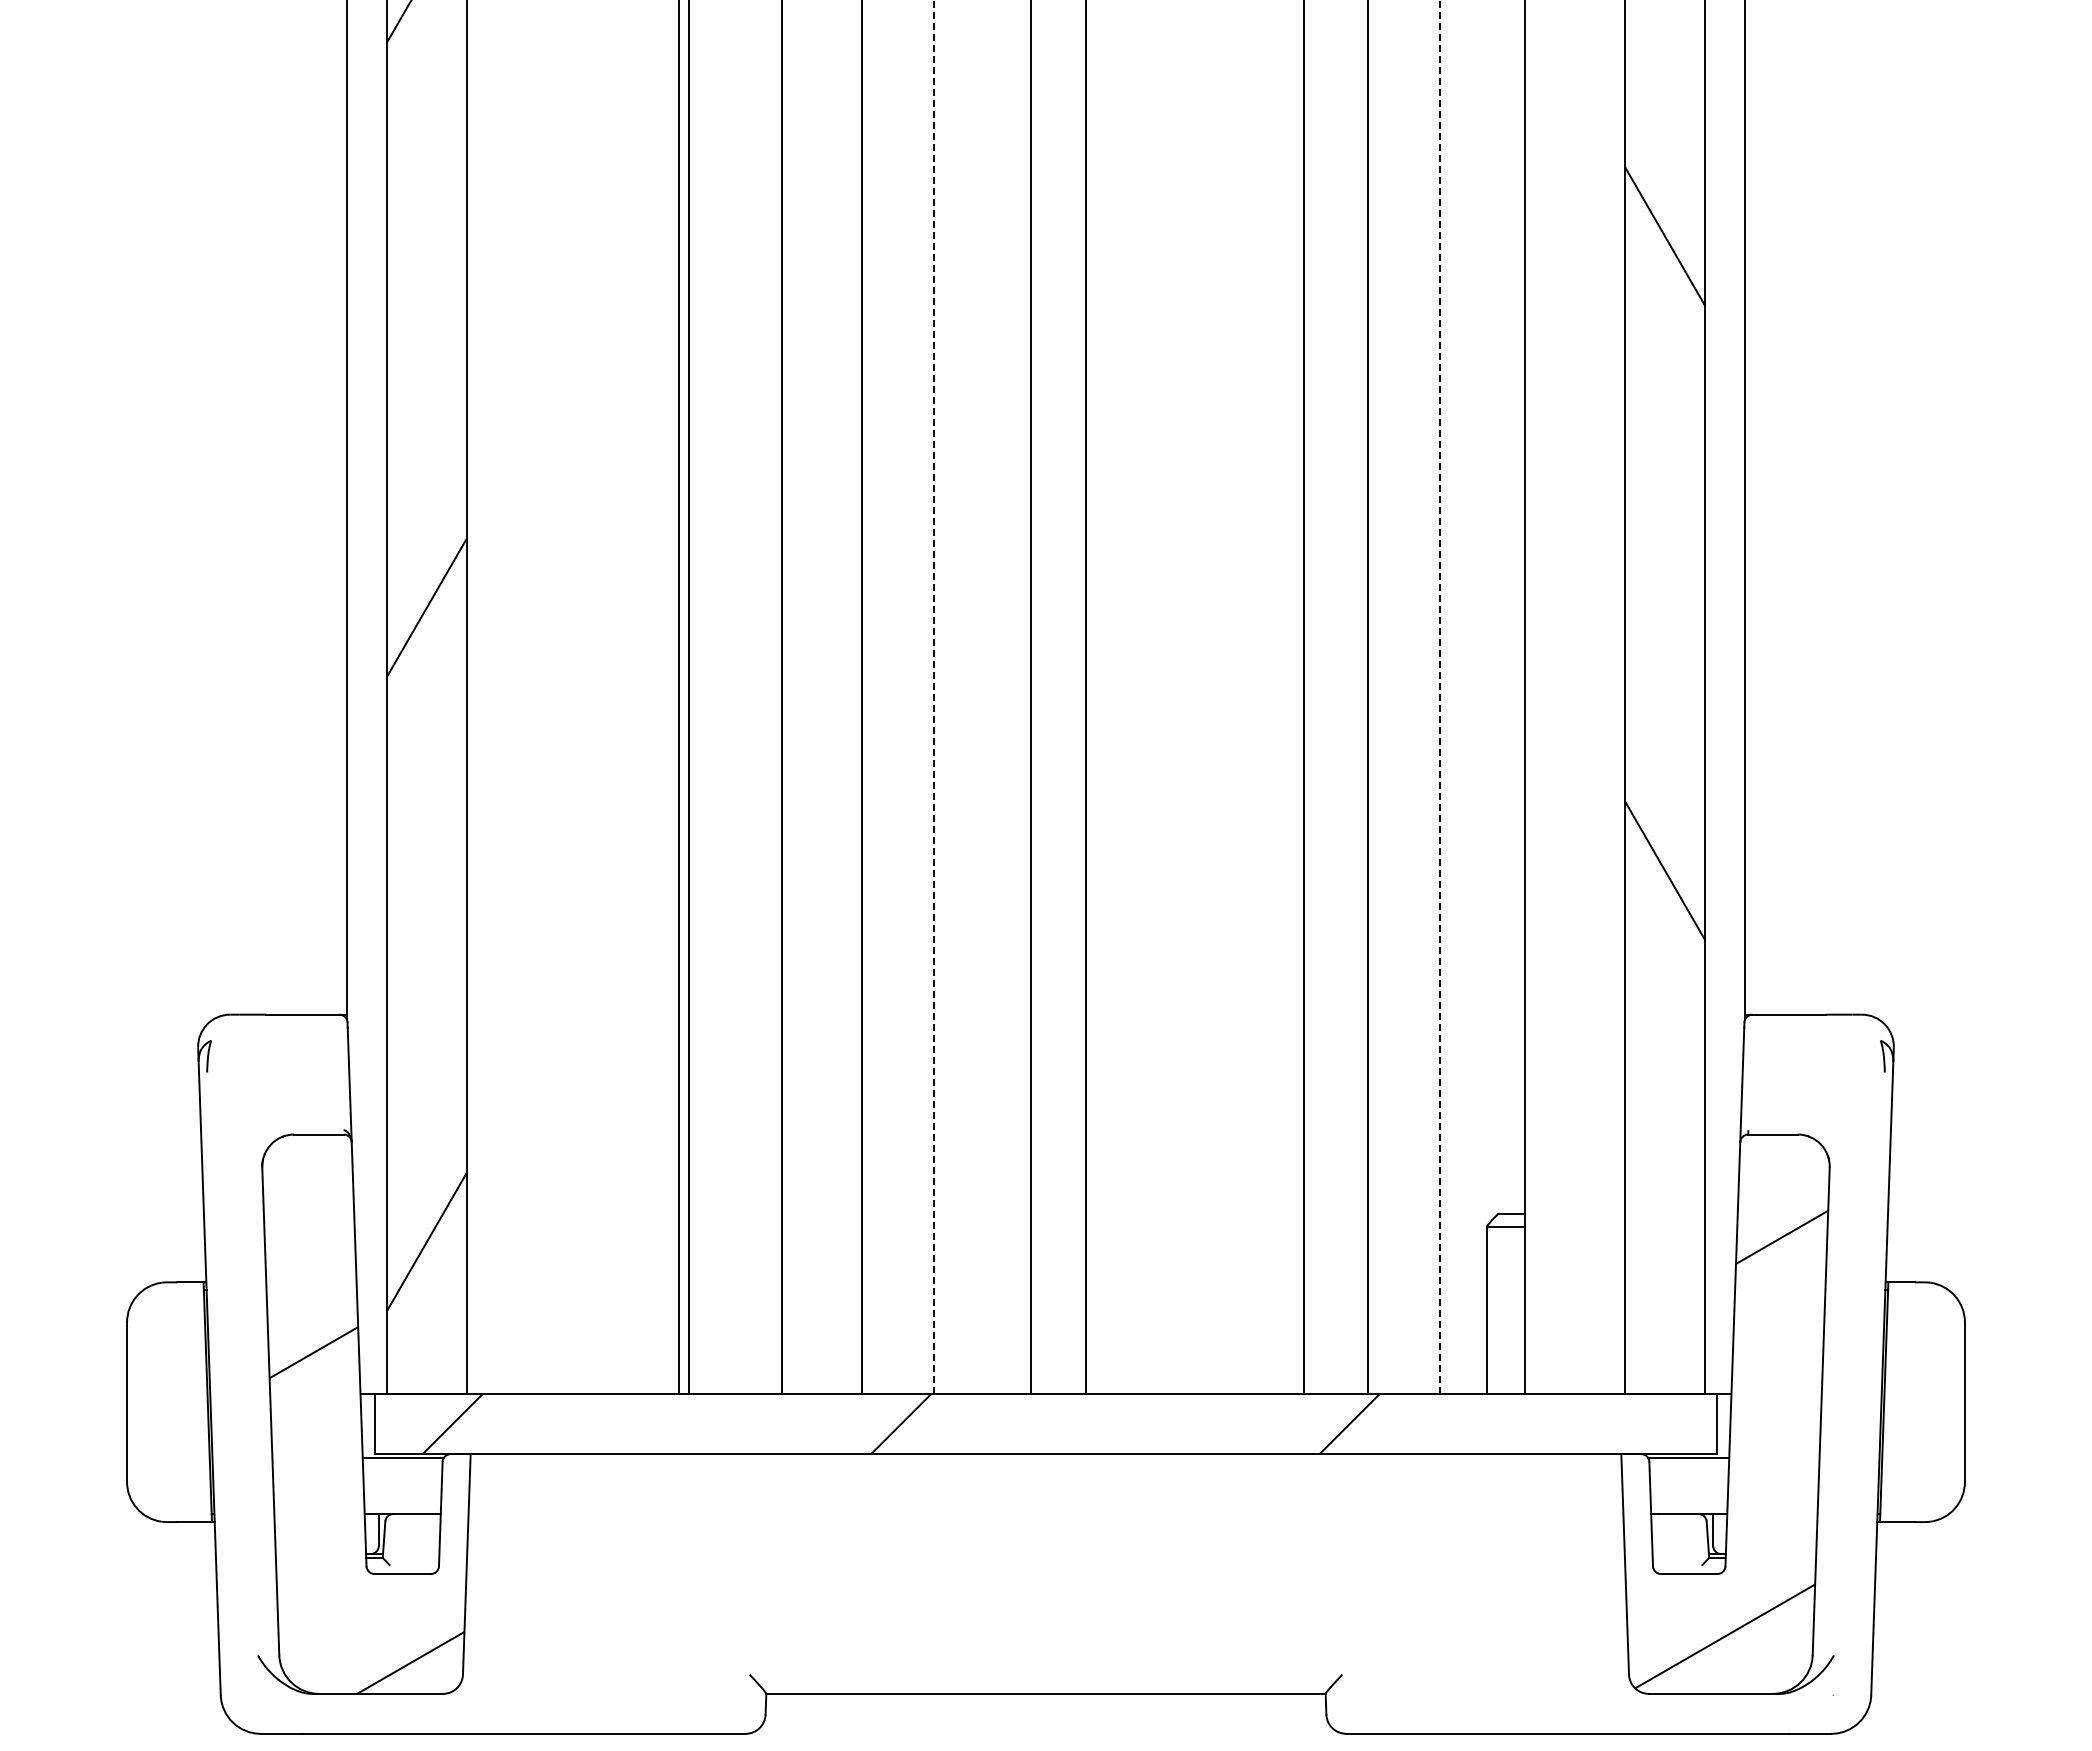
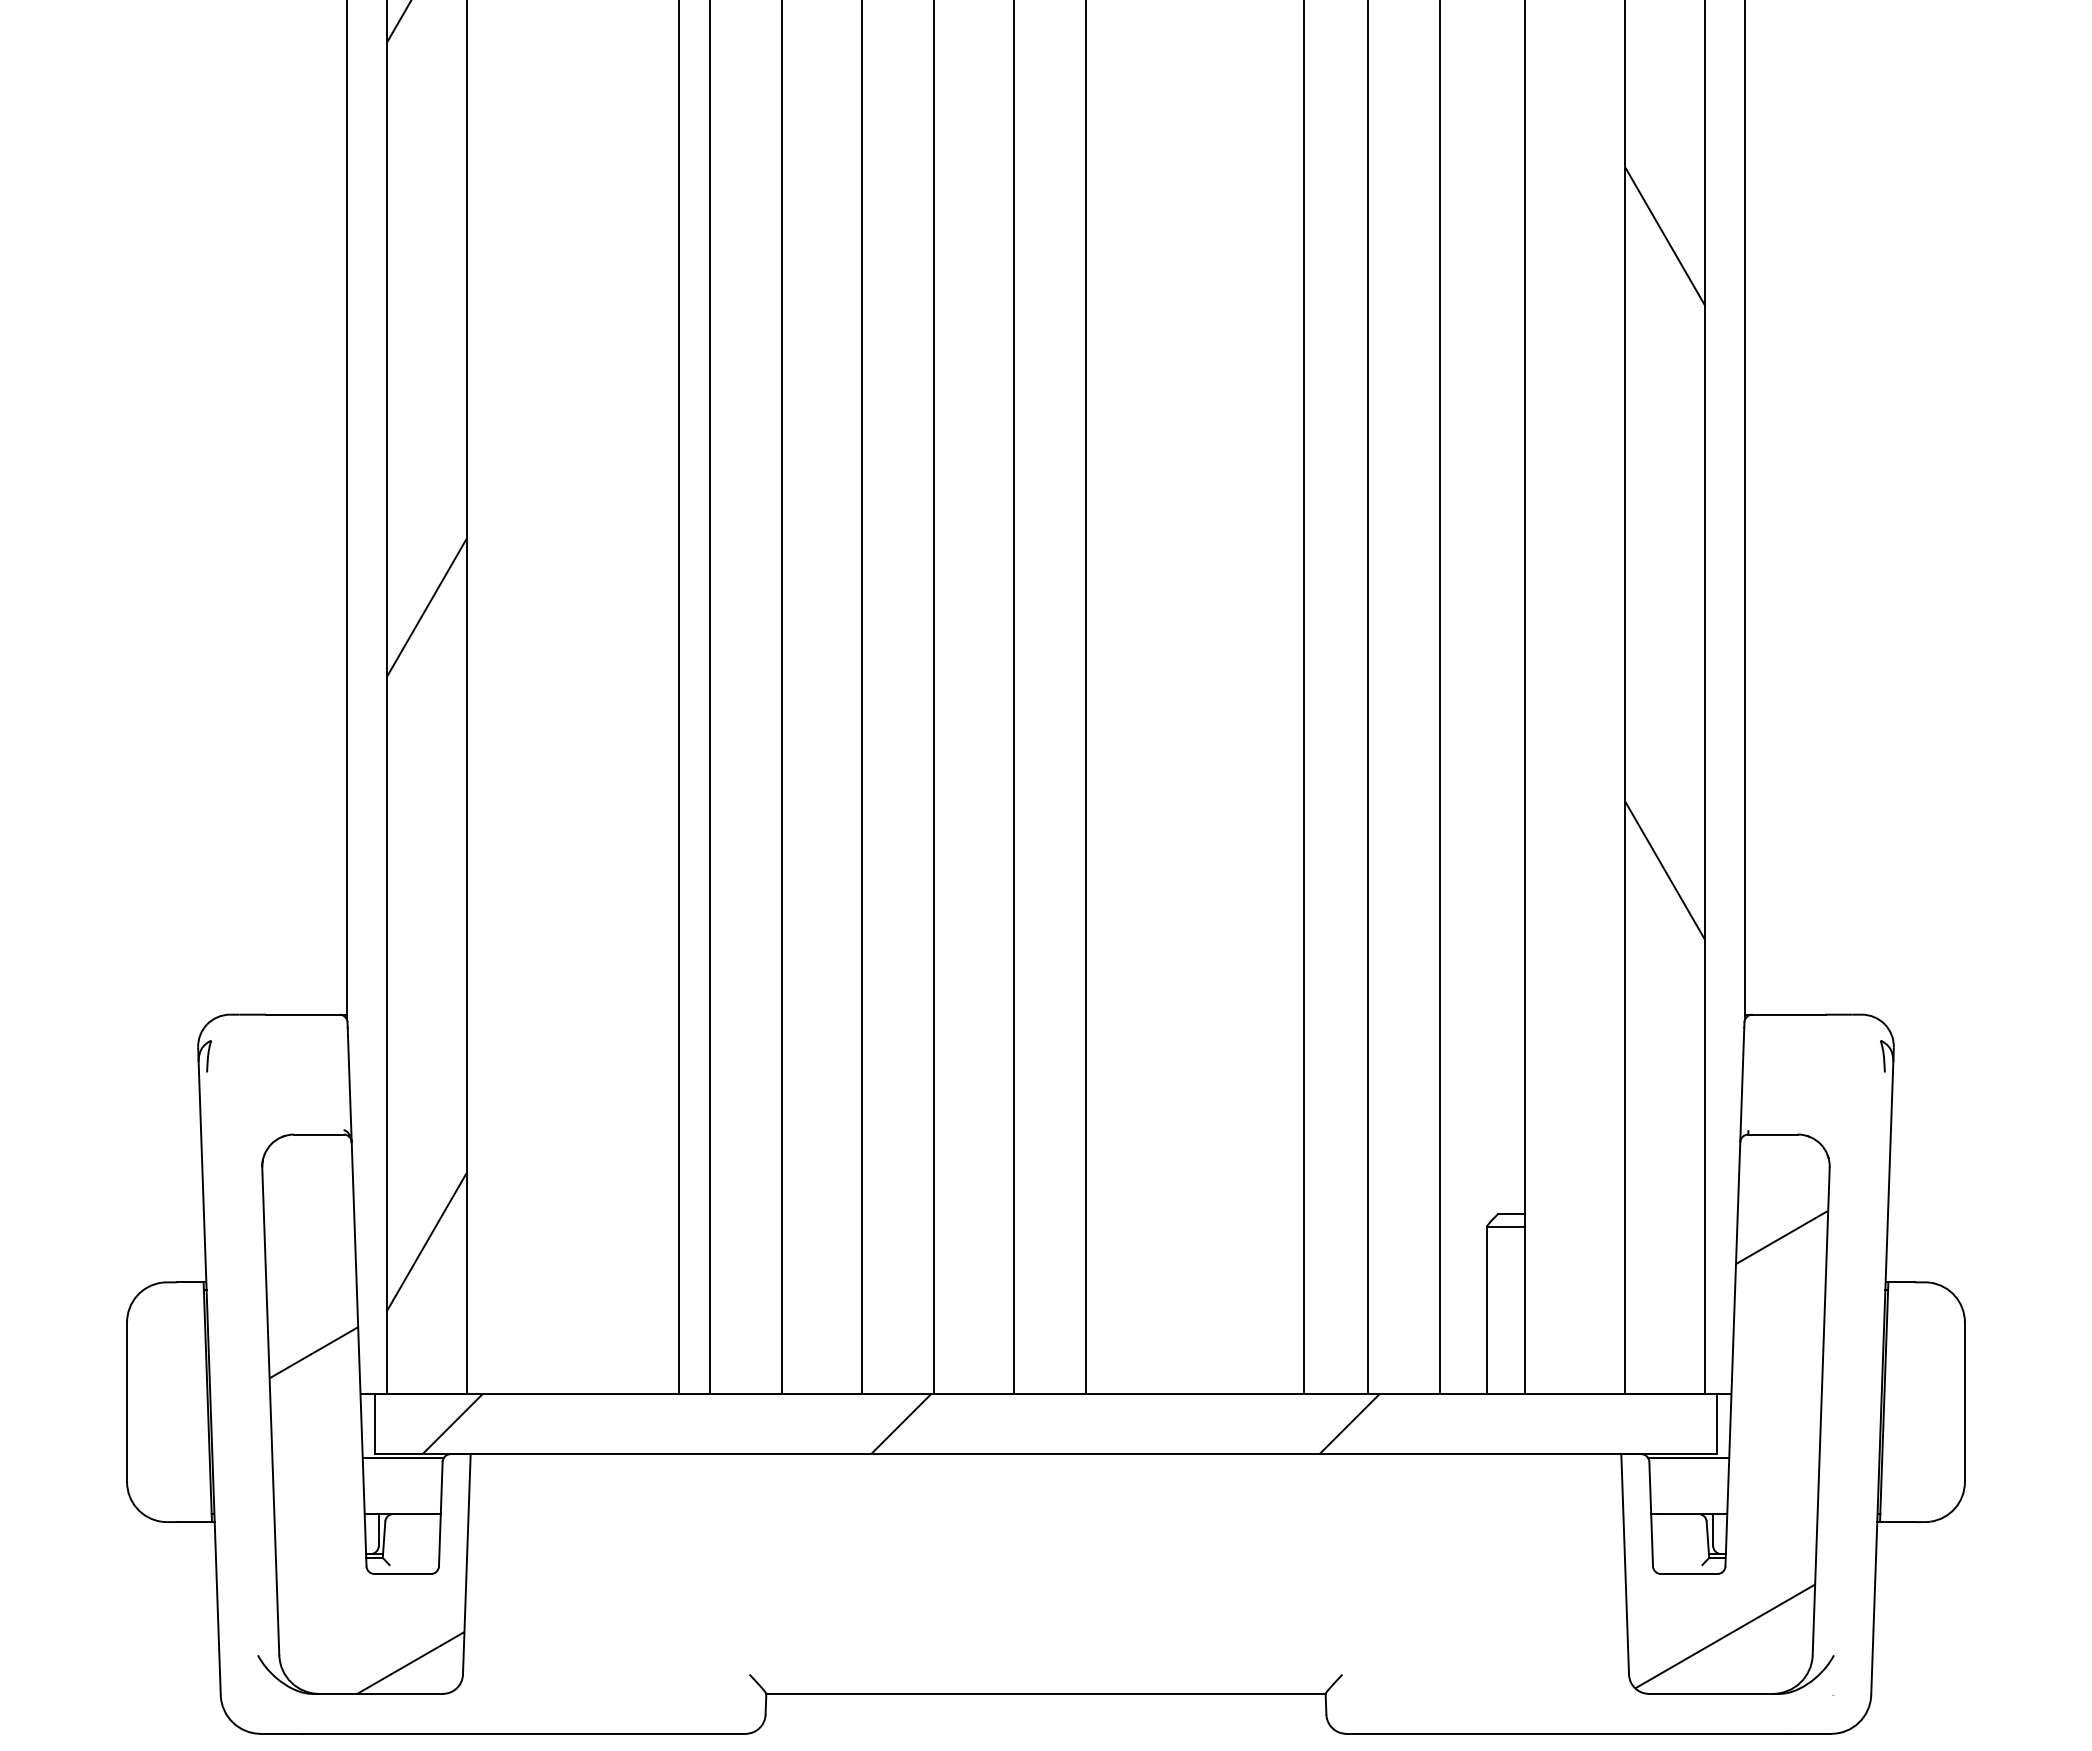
line at (689, 698) position: (689, 698) -> (710, 698)
line at (934, 698): dashed -> solid
line at (1031, 698) position: (1031, 698) -> (1014, 698)
line at (1439, 698): dashed -> solid
